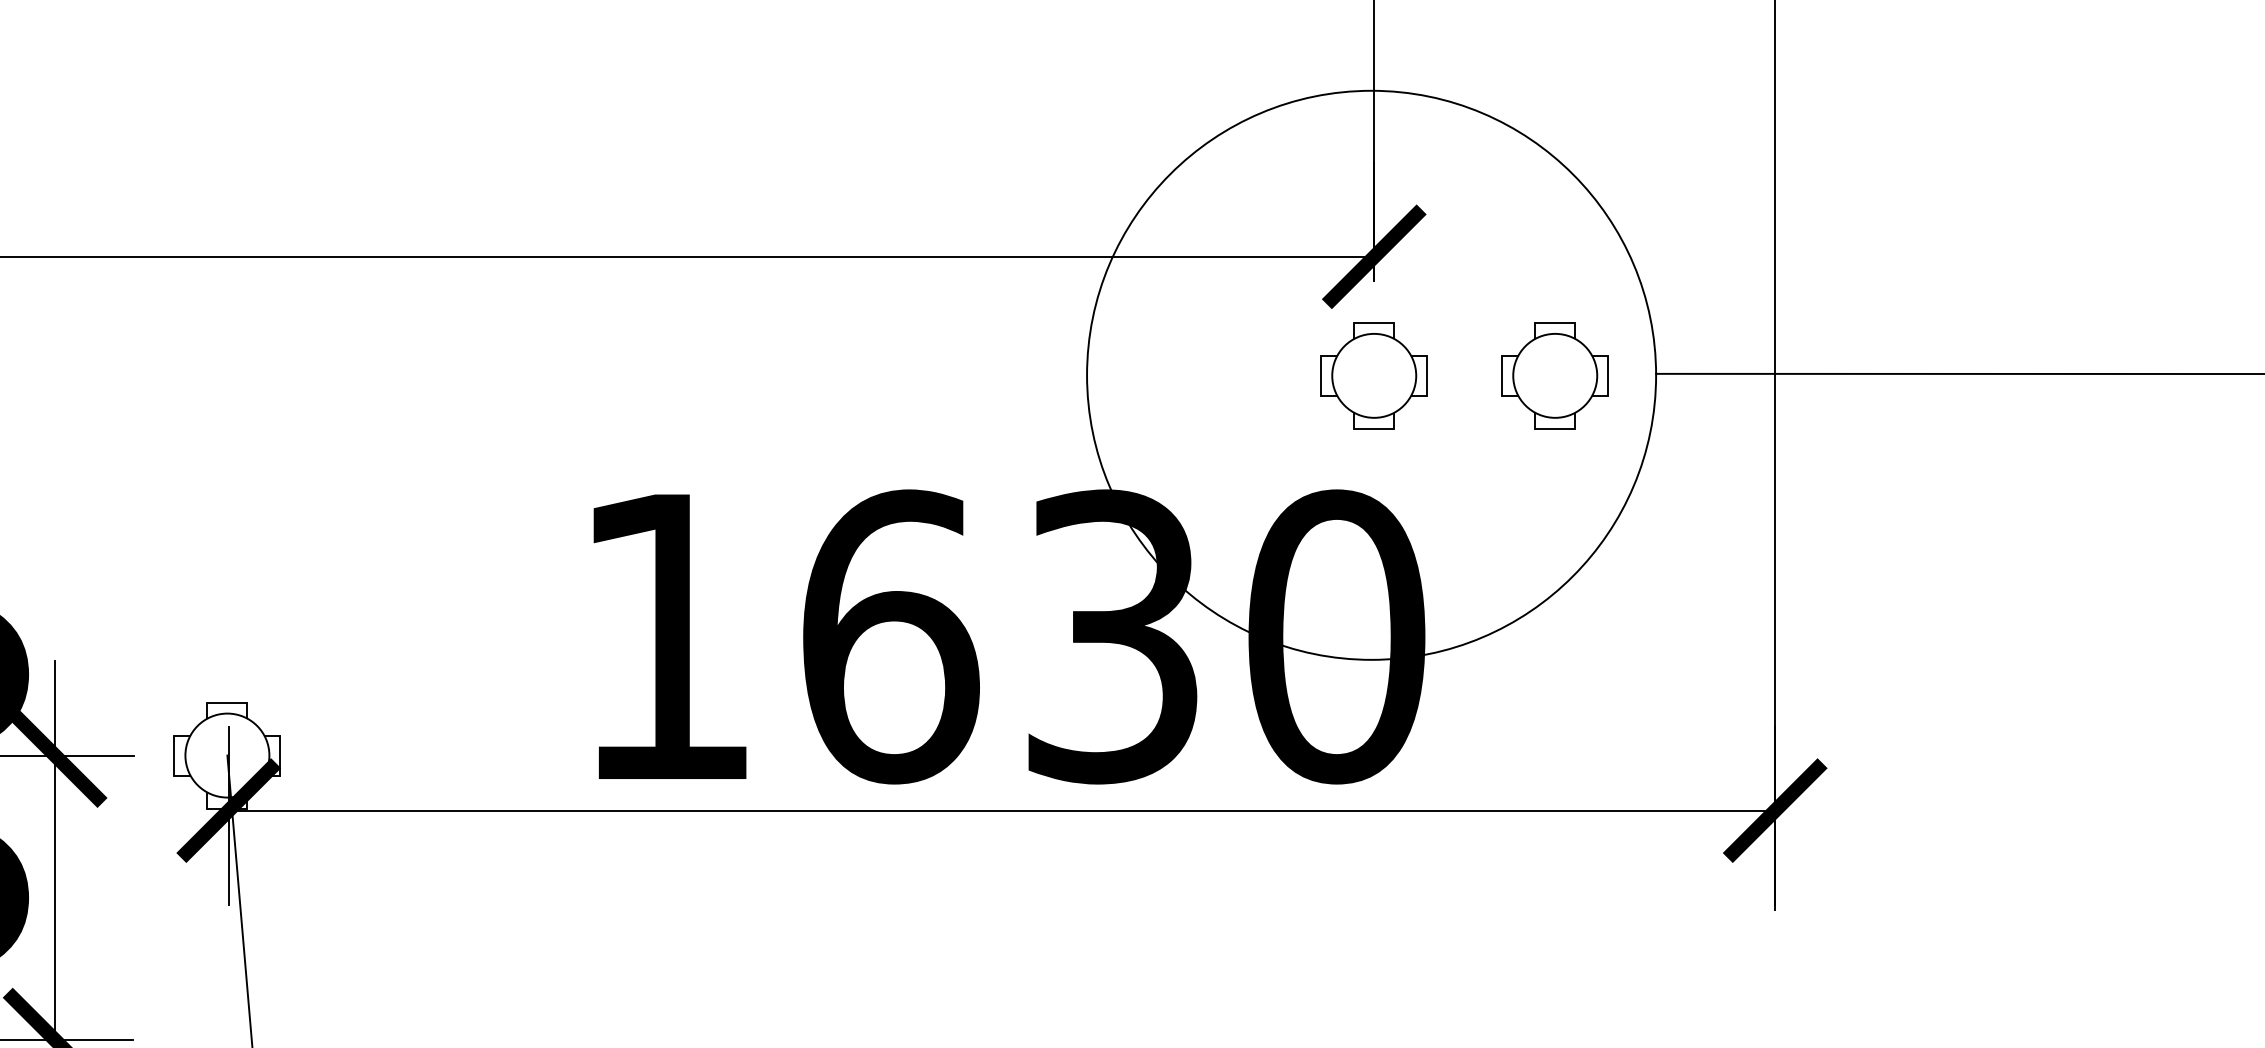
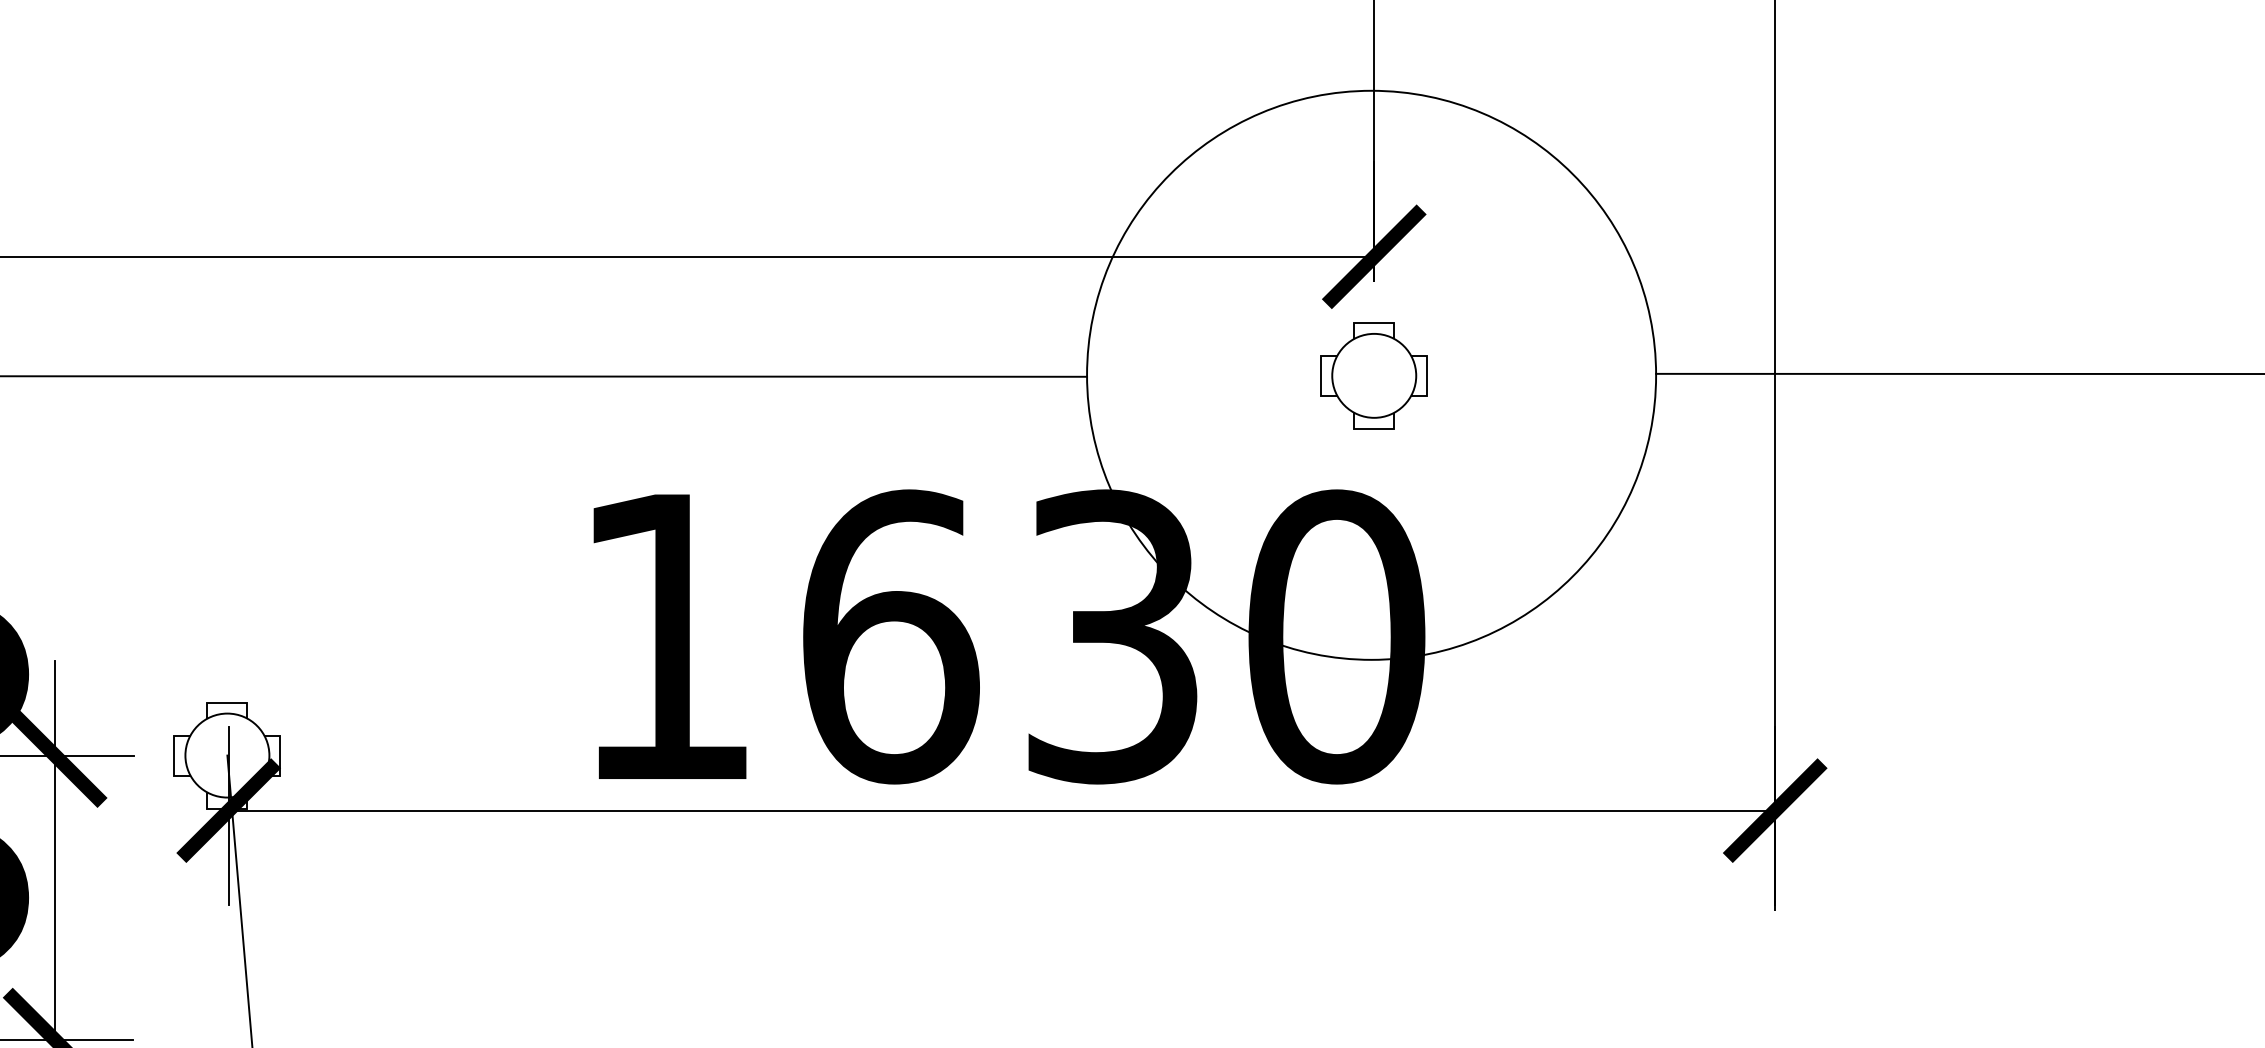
part at (1554, 375): present -> none
line at (544, 376): none -> present
